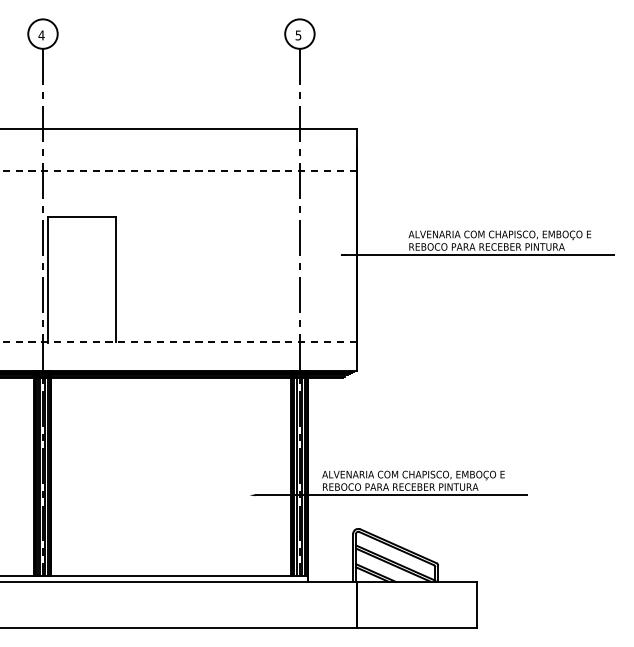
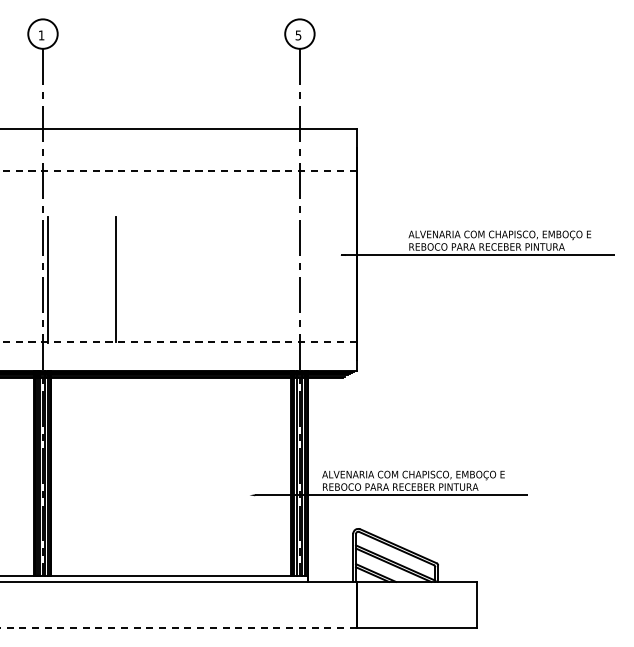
text at (41, 35): 4 -> 1
line at (81, 216): present -> none
line at (178, 627): solid -> dashed
